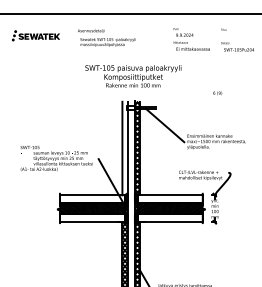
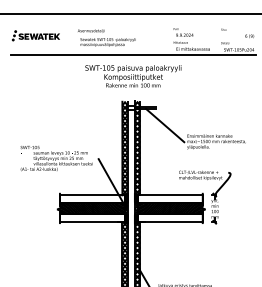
line at (133, 55): none -> present
text at (217, 93) position: (217, 93) -> (249, 36)
hatch at (124, 148): none -> present
